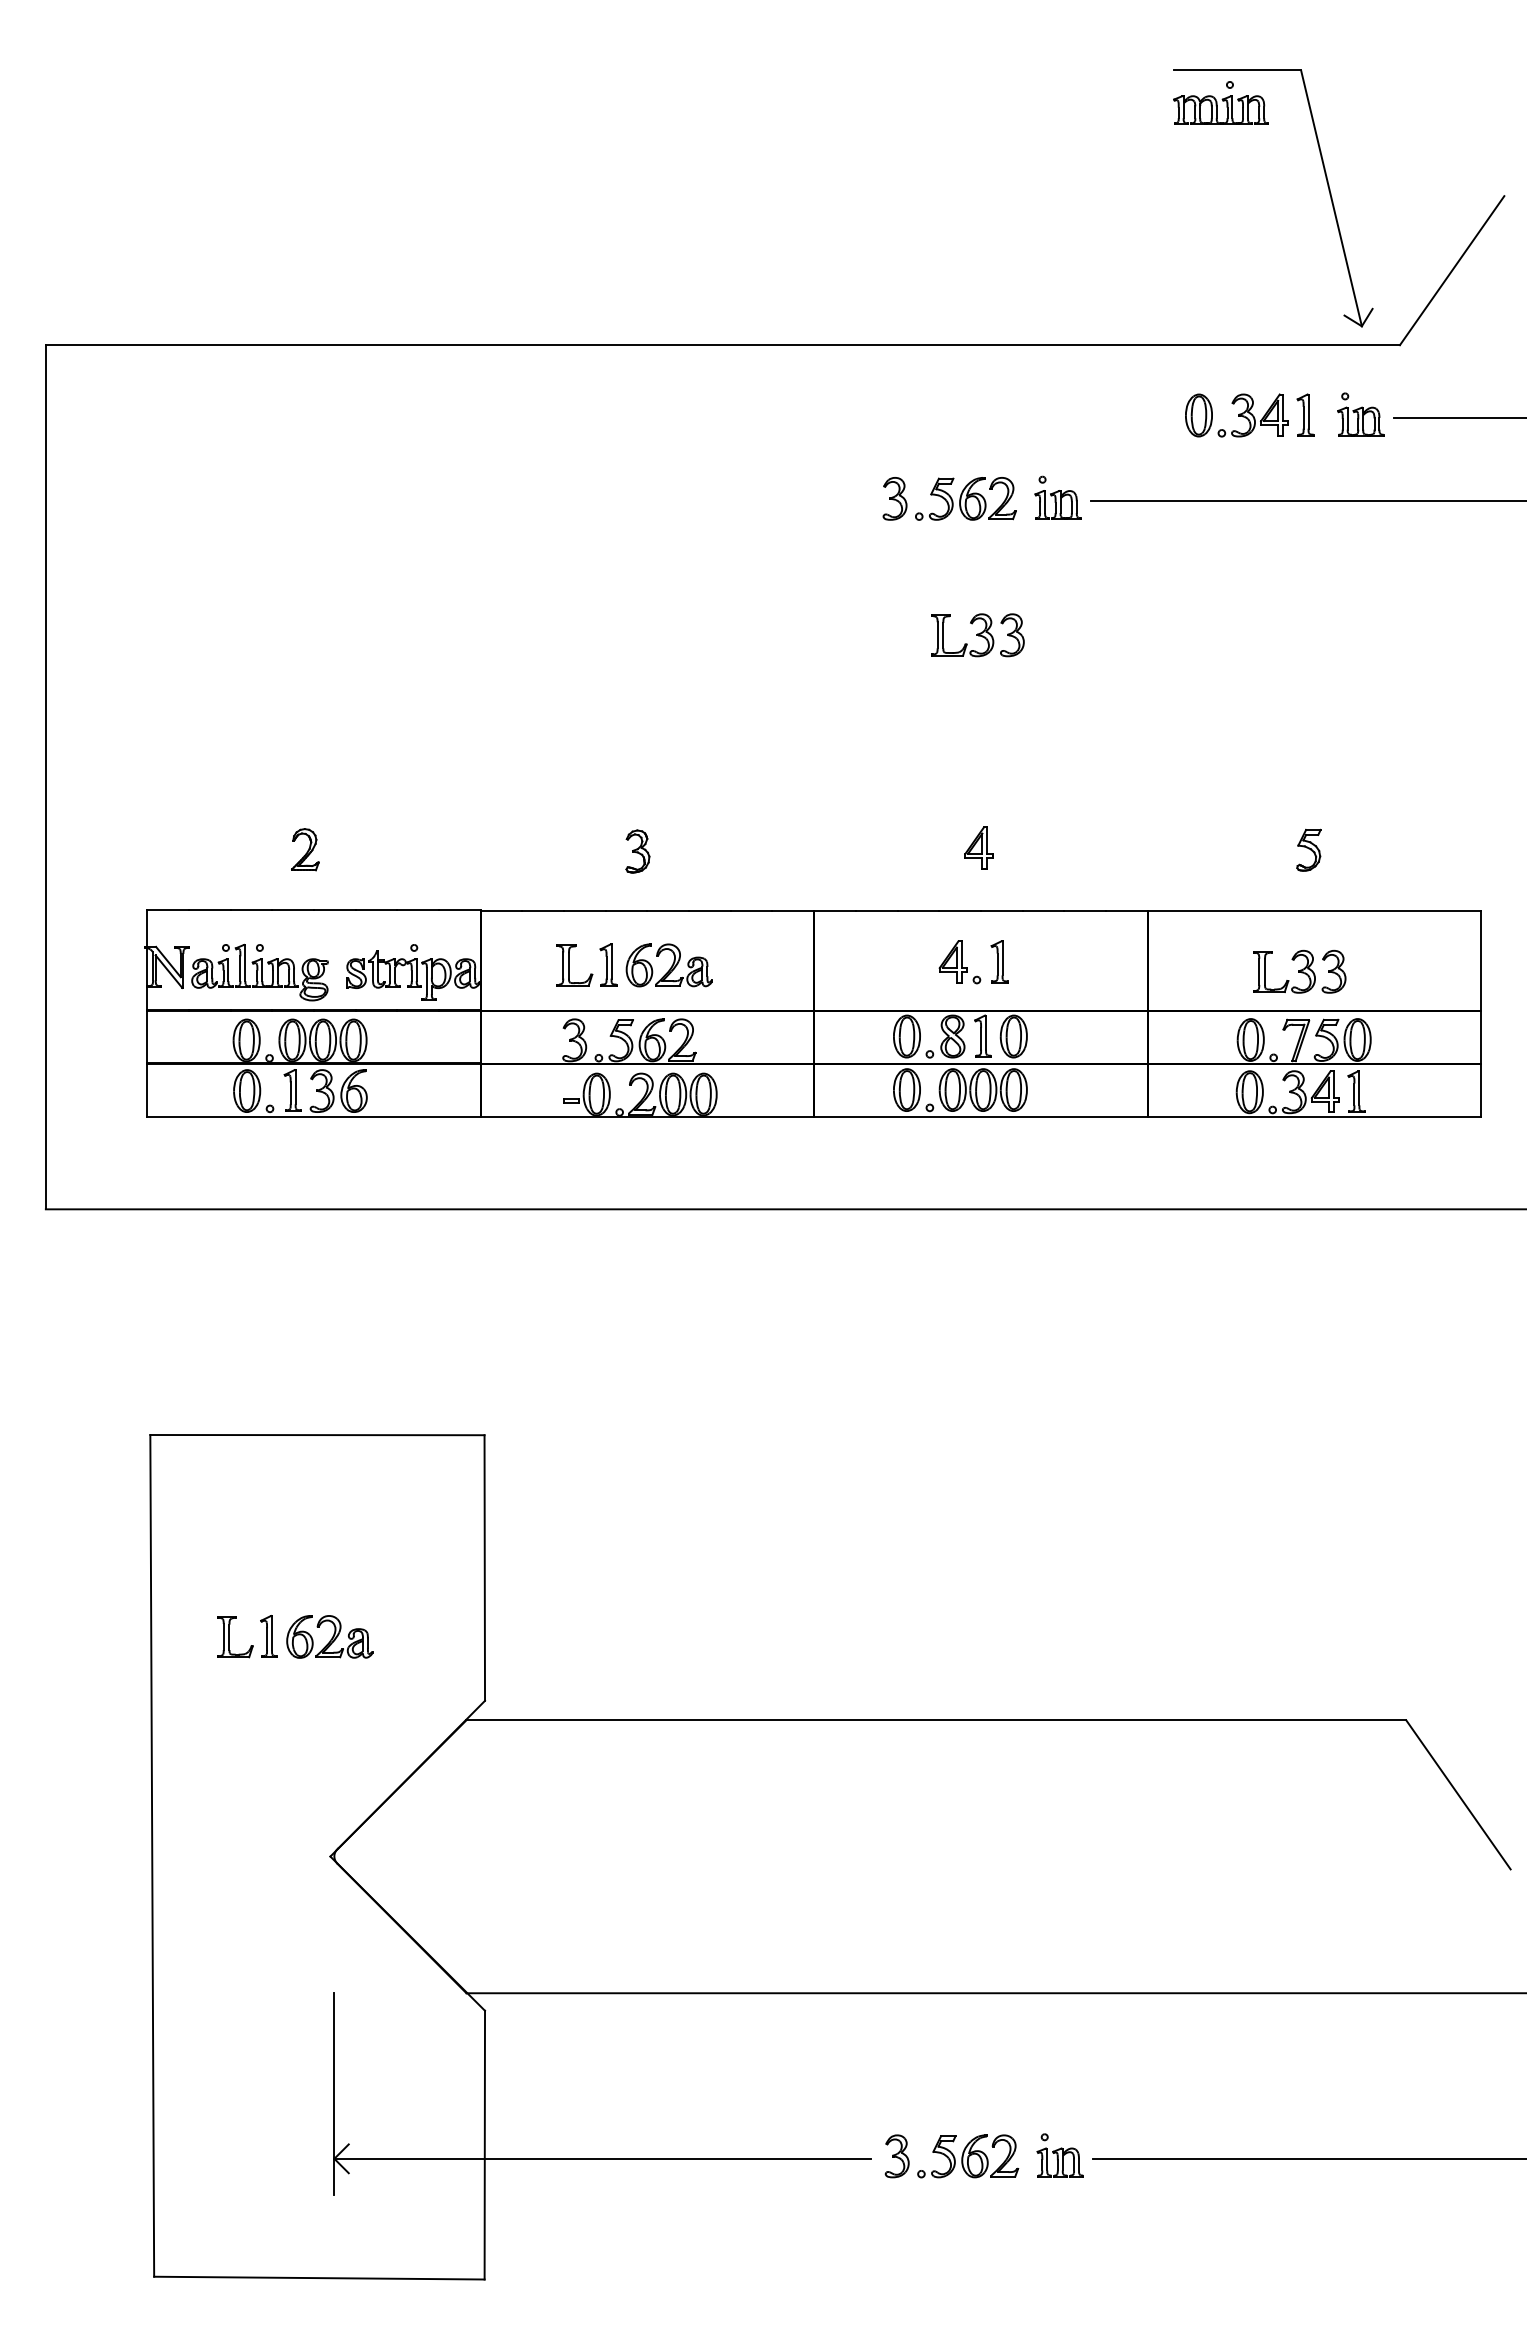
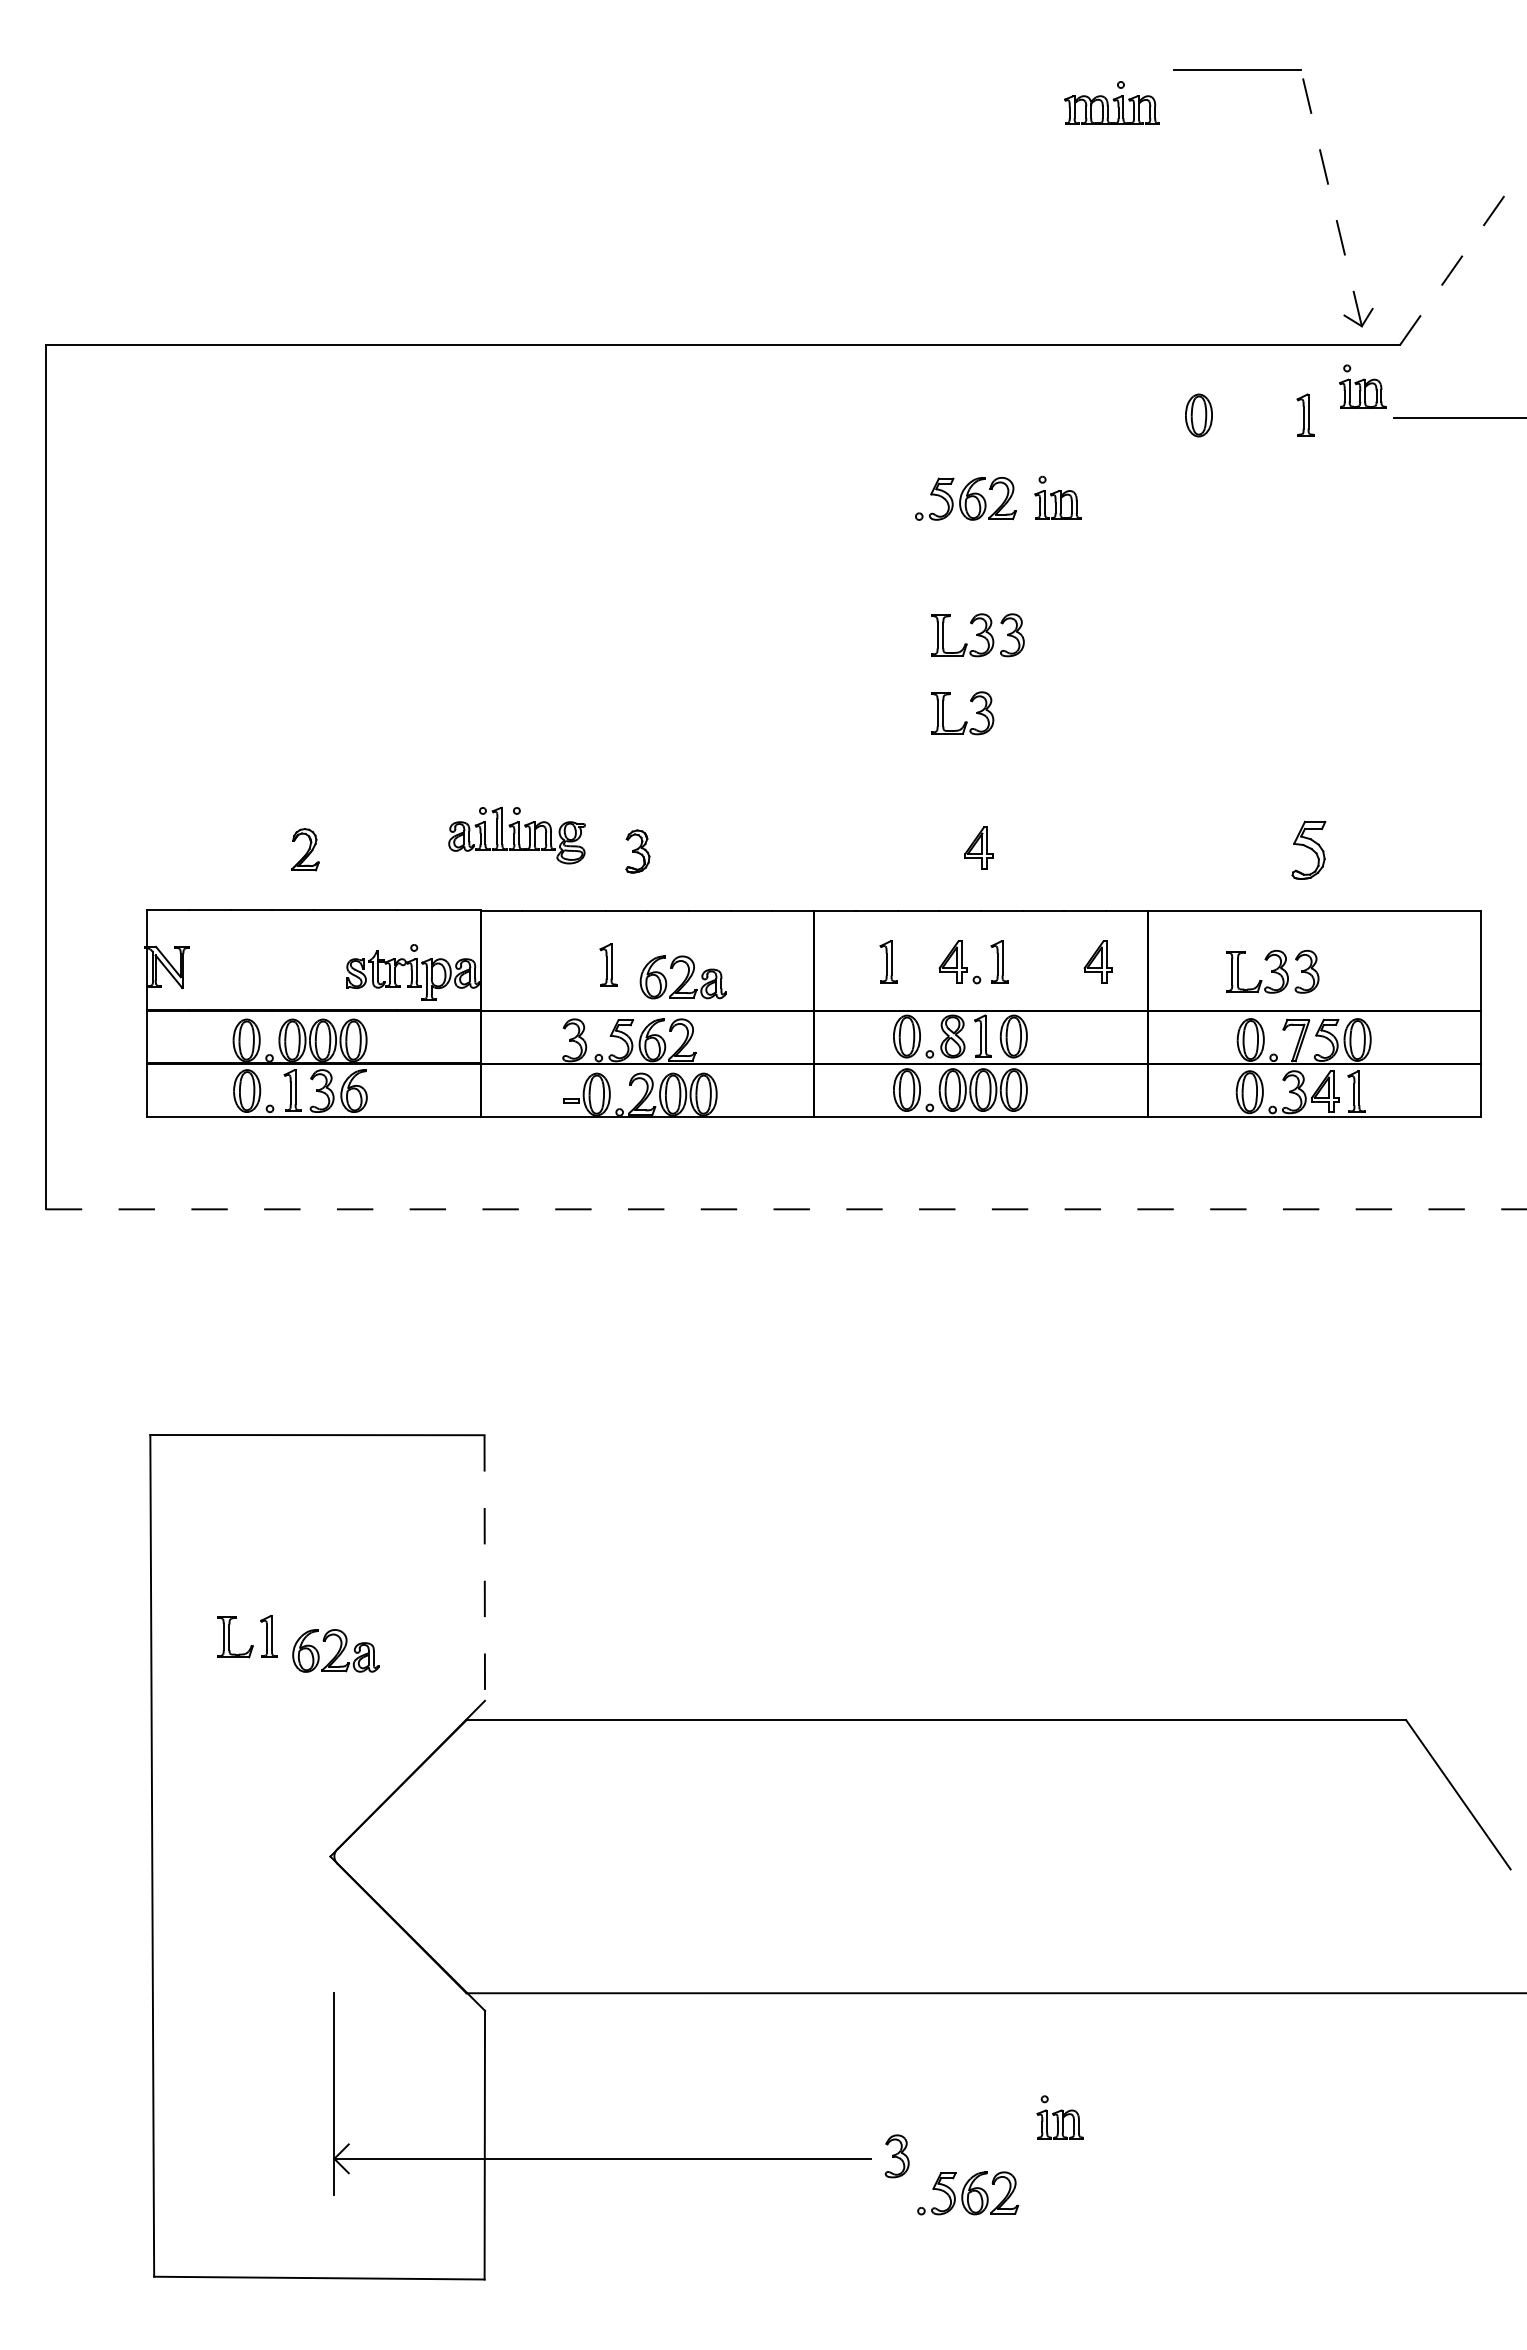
part at (1220, 102) position: (1220, 102) -> (1111, 102)
line at (1331, 197): solid -> dashed
line at (1452, 270): solid -> dashed
part at (1360, 414) position: (1360, 414) -> (1362, 386)
part at (1252, 415): present -> none
part at (894, 498): present -> none
line at (1307, 501): present -> none
part at (964, 721): none -> present
part at (1308, 849) size: 26x44 px -> 36x60 px
part at (888, 961): none -> present
part at (1097, 961): none -> present
part at (574, 965): present -> none
part at (668, 965) position: (668, 965) -> (682, 977)
part at (1299, 971) position: (1299, 971) -> (1272, 971)
part at (259, 972) position: (259, 972) -> (516, 835)
line at (786, 1209): solid -> dashed
line at (484, 1568): solid -> dashed
part at (329, 1636) position: (329, 1636) -> (335, 1650)
part at (1059, 2155) position: (1059, 2155) -> (1059, 2117)
part at (968, 2156) position: (968, 2156) -> (968, 2193)
line at (1308, 2158): present -> none
